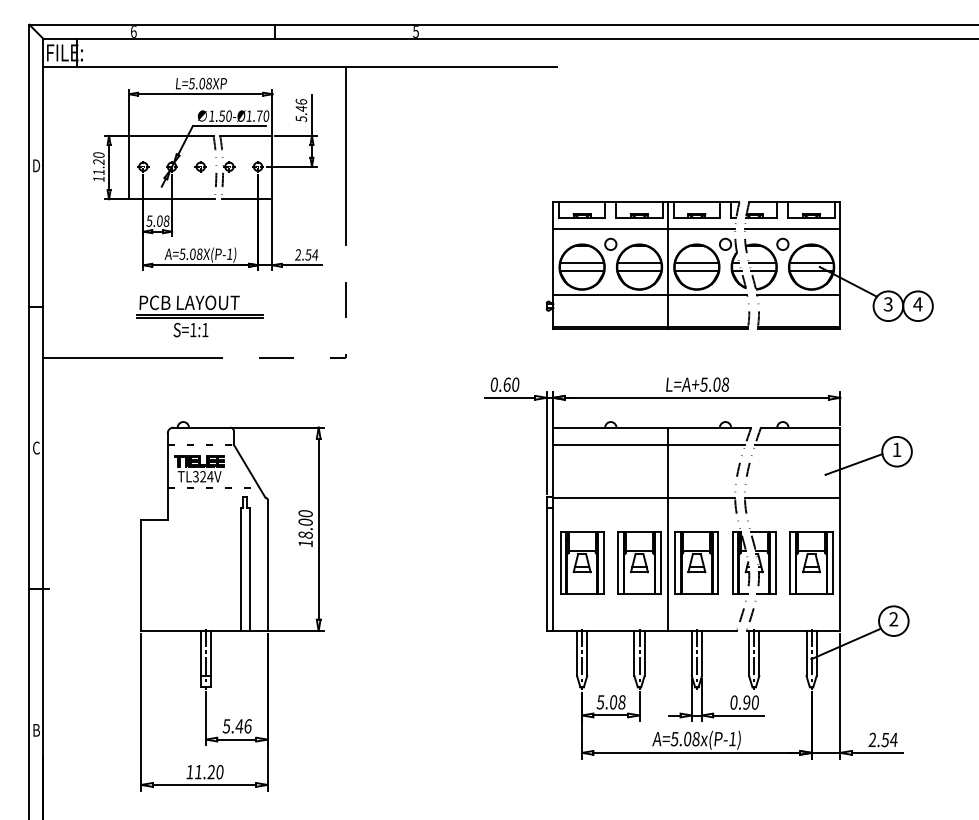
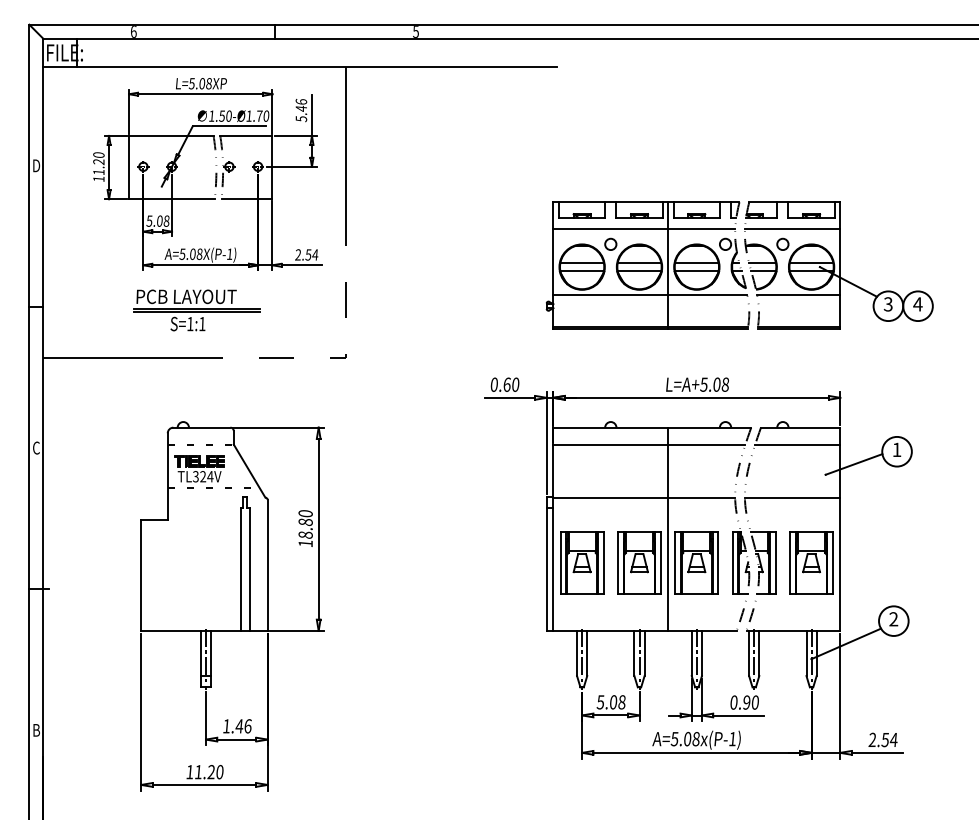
part at (200, 166): present -> none
part at (199, 316) position: (199, 316) -> (196, 310)
text at (305, 522): 18.00 -> 18.80
text at (226, 726): 5.46 -> 1.46
